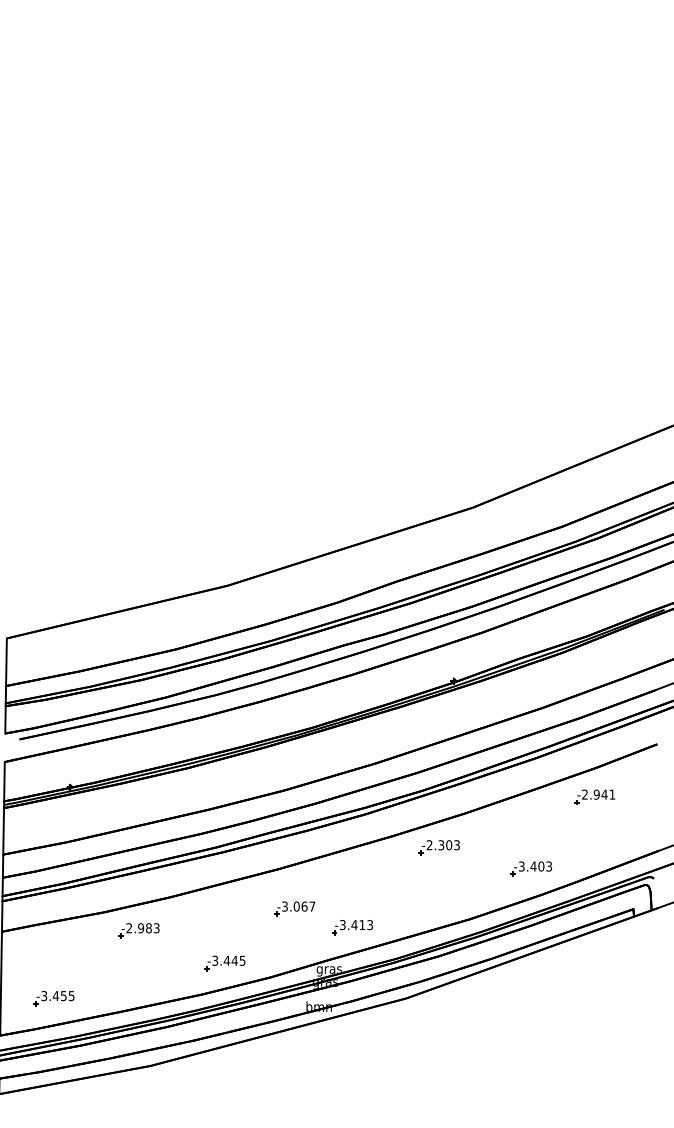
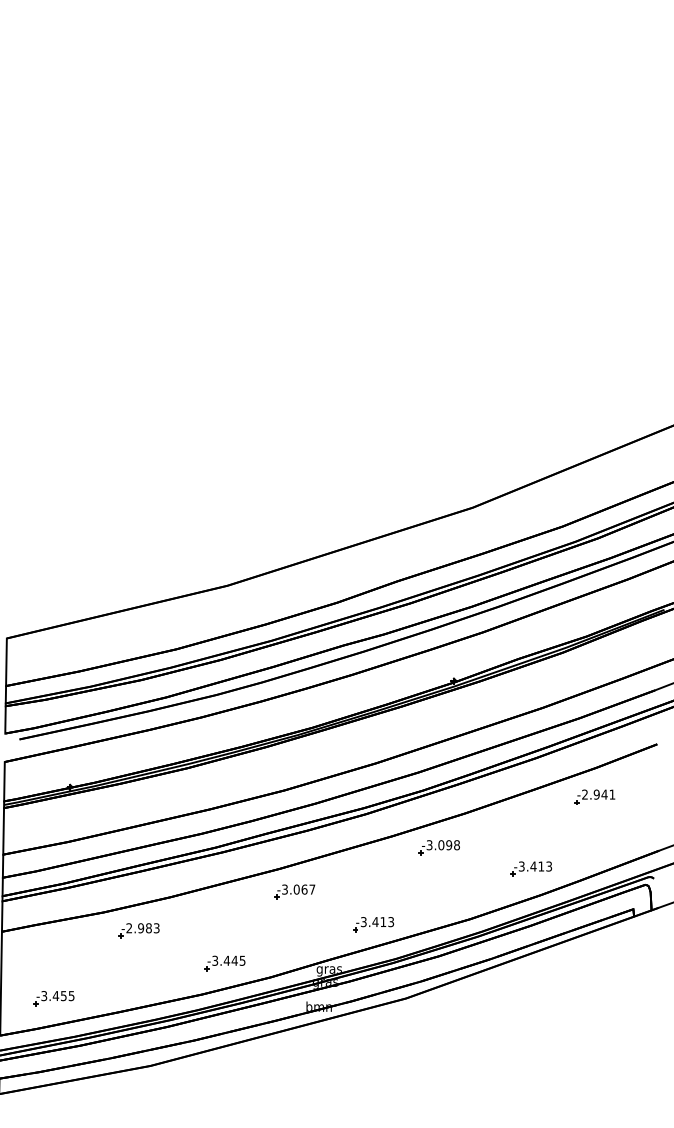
text at (442, 845): -2.303 -> -3.098
text at (541, 866): -3.403 -> -3.413
part at (294, 908) position: (294, 908) -> (294, 891)
part at (352, 927) position: (352, 927) -> (373, 924)
